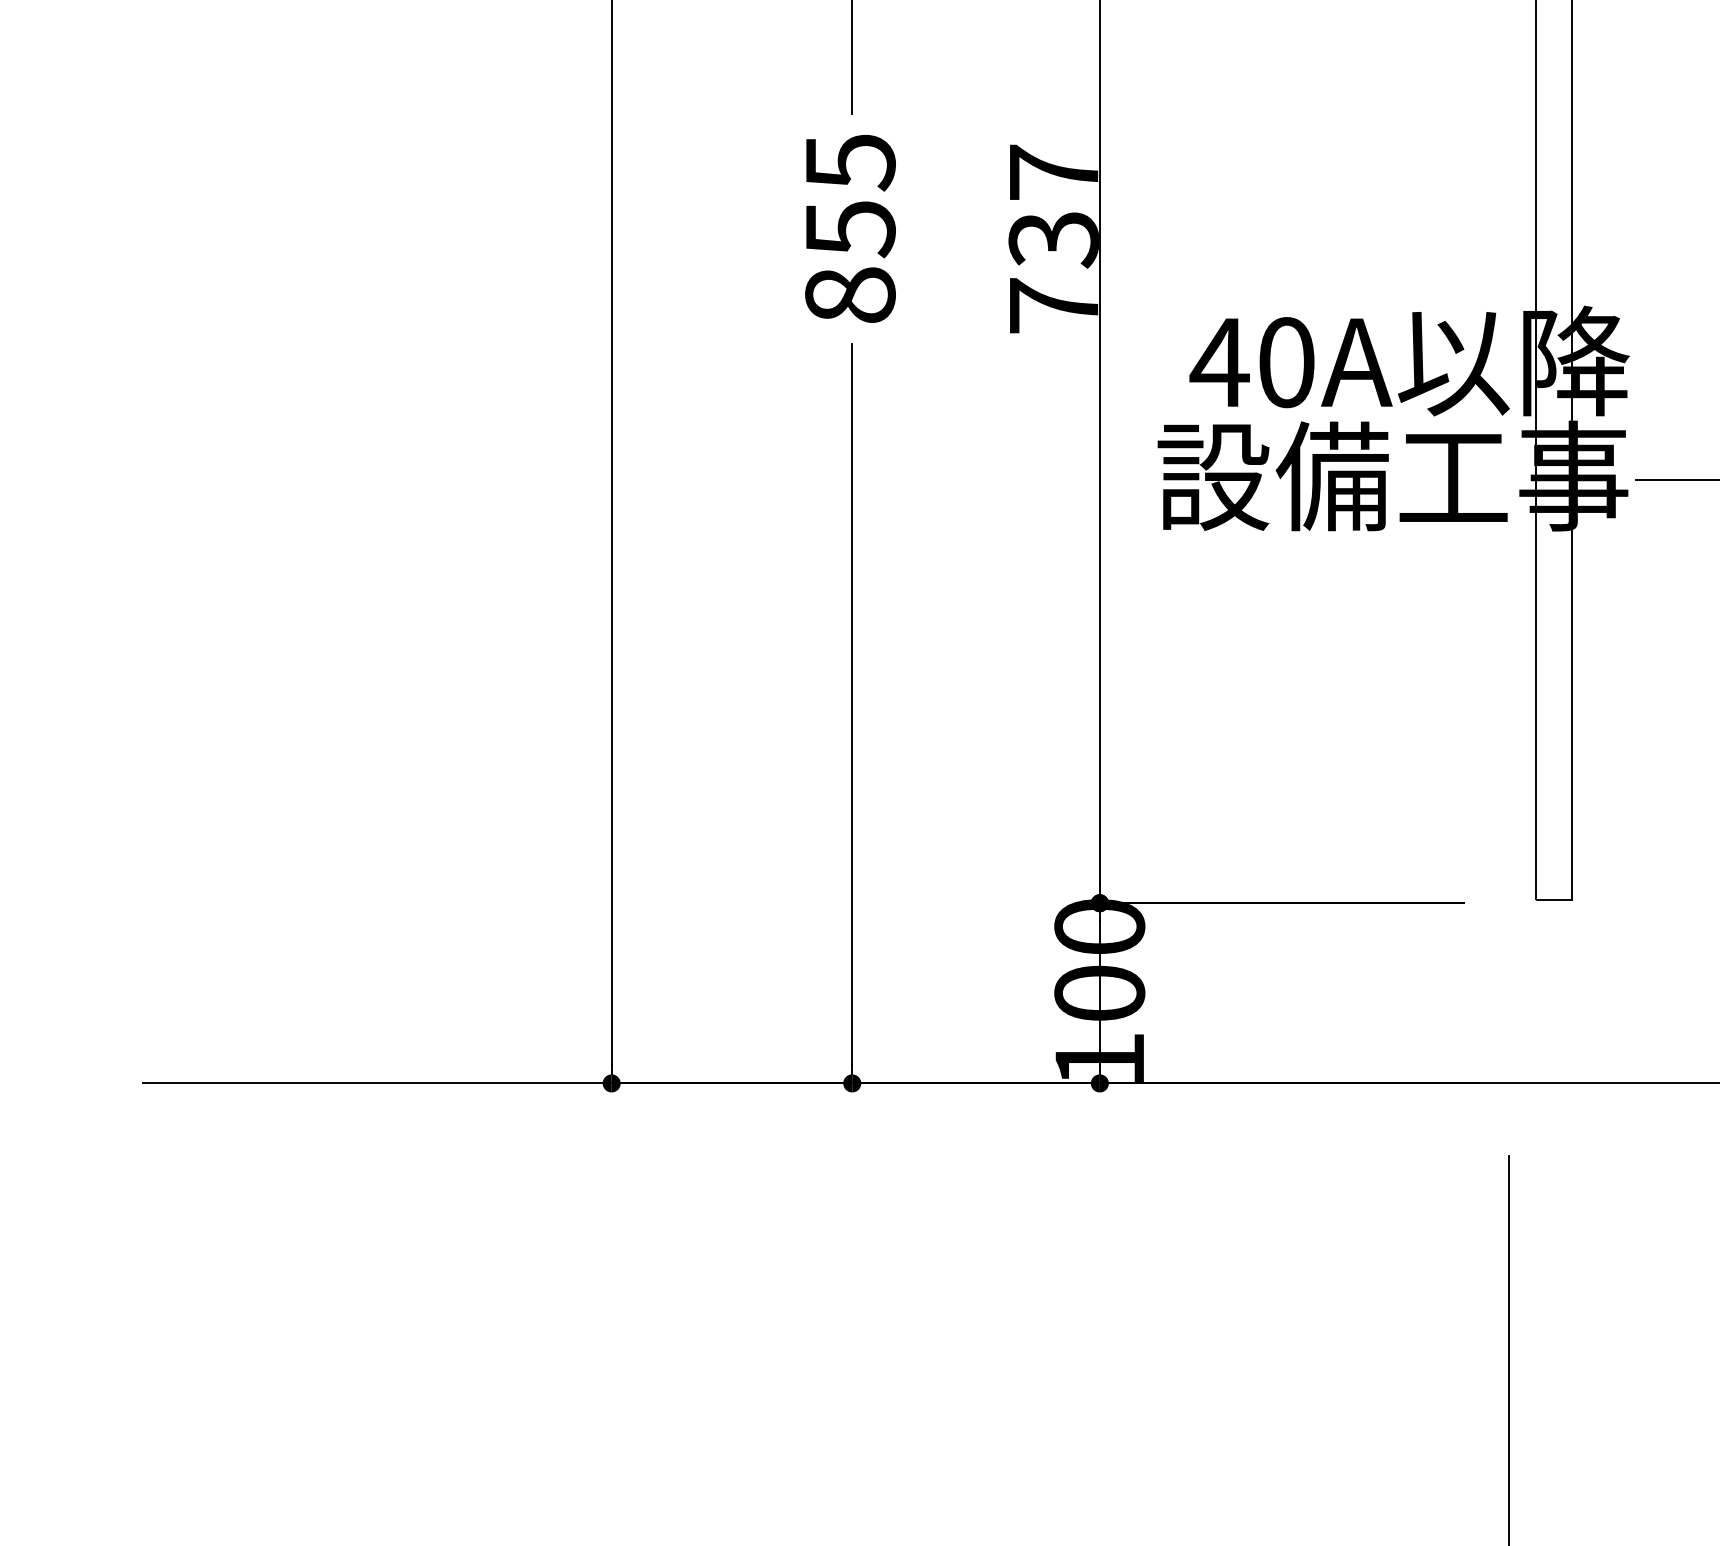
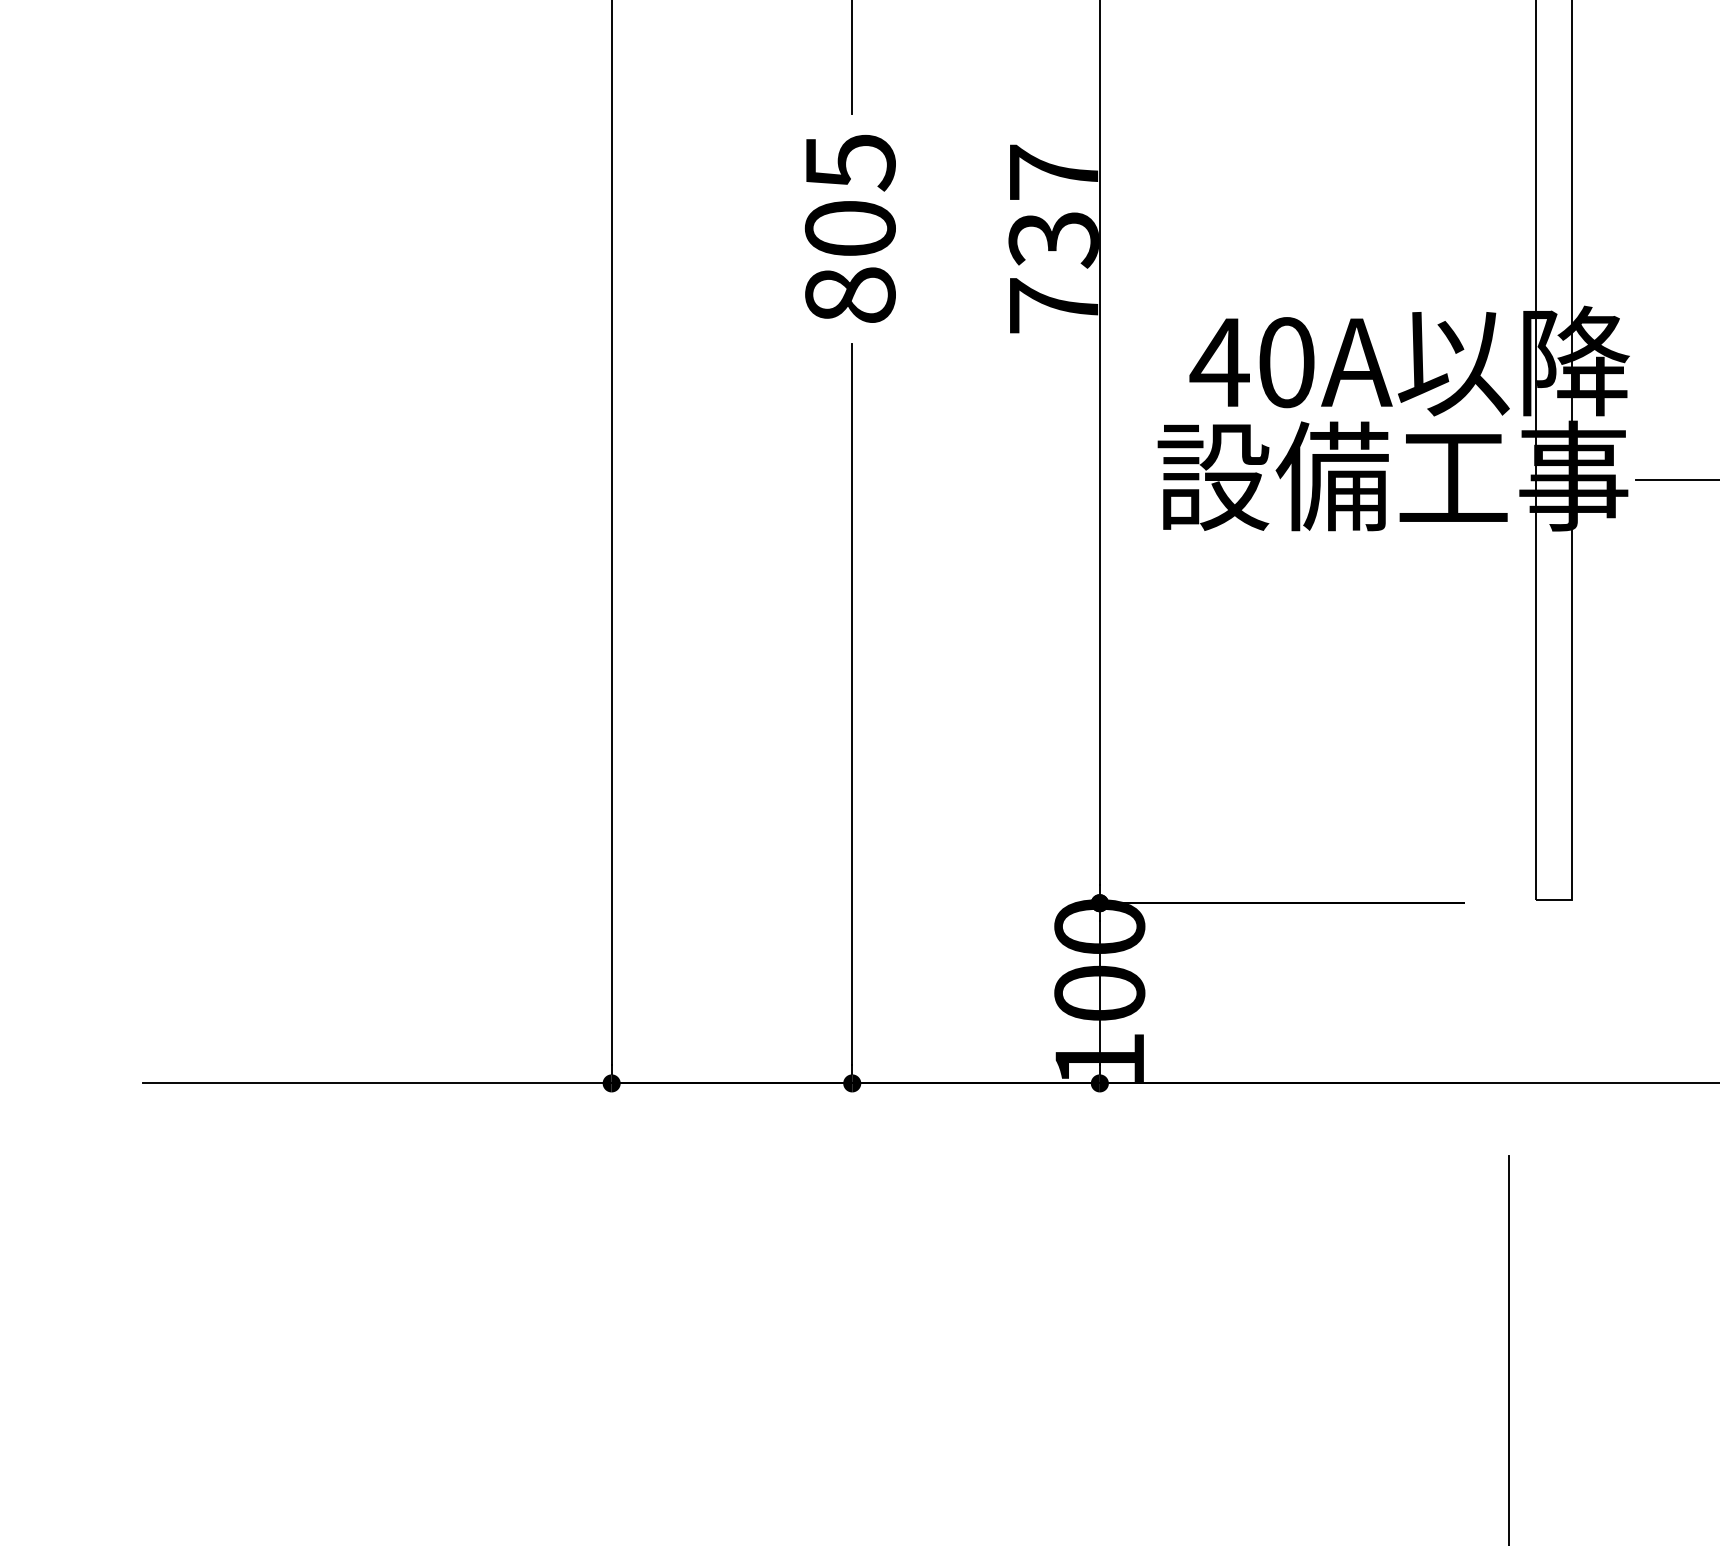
text at (849, 229): 855 -> 805
